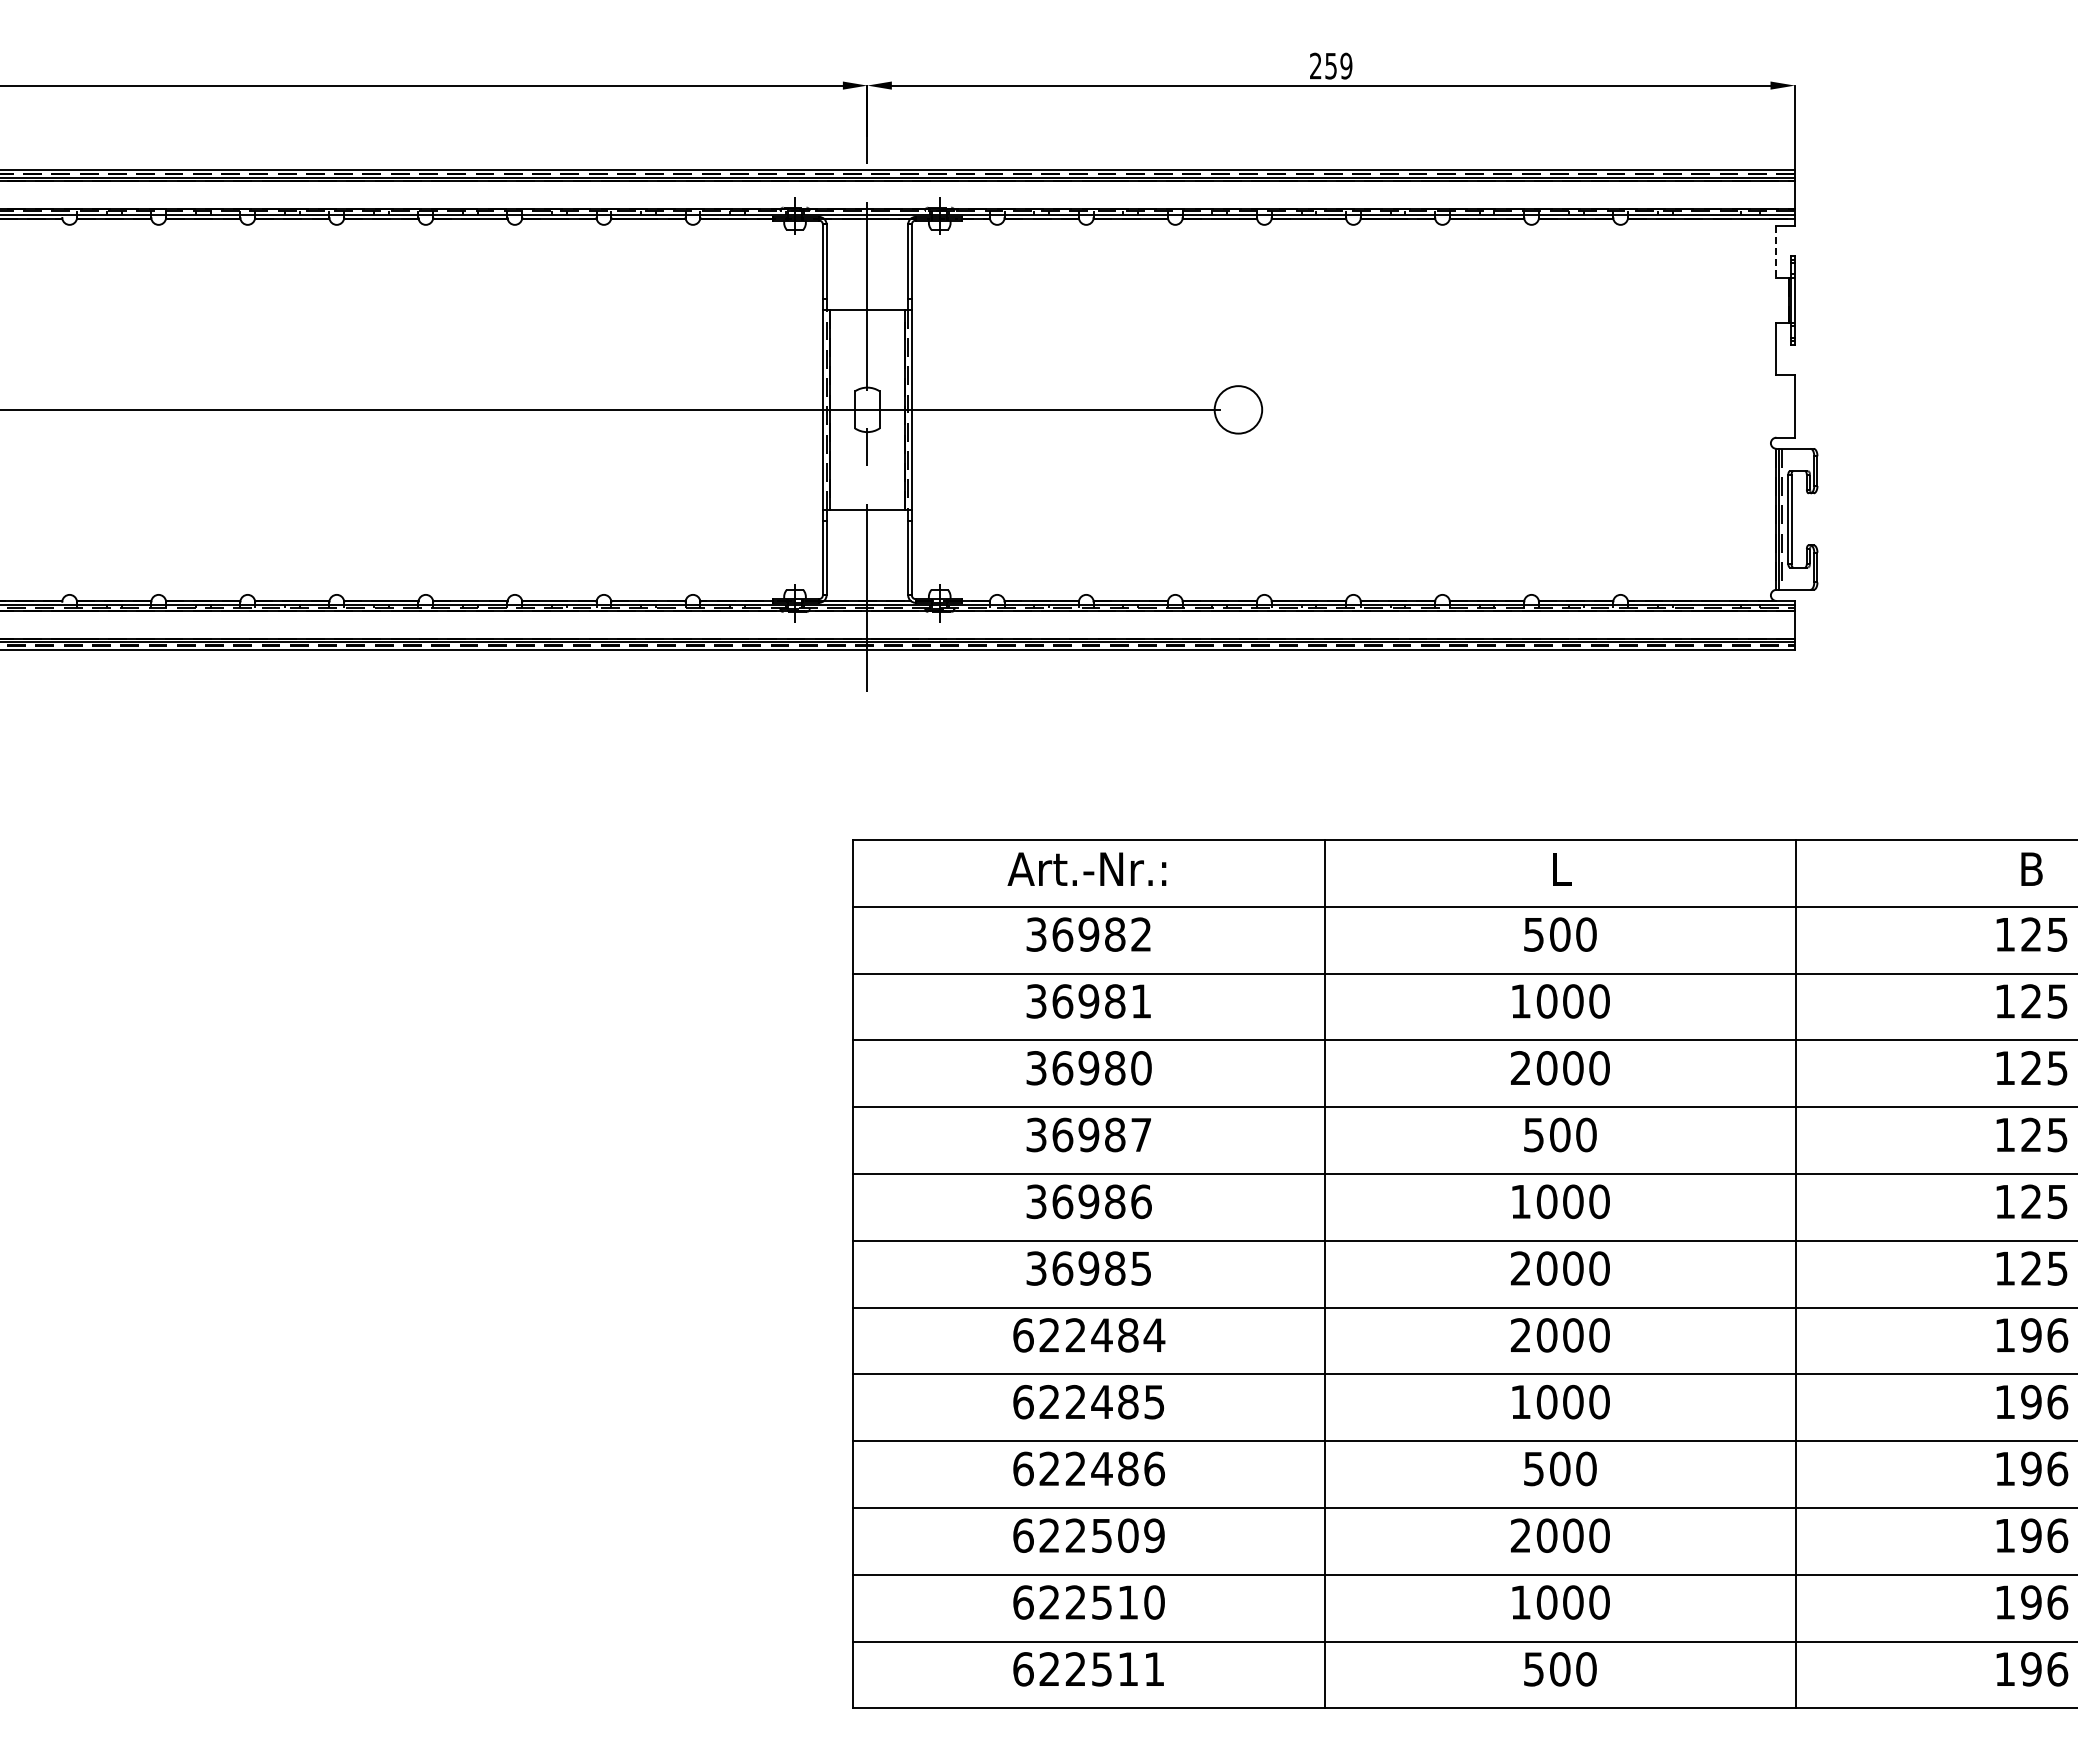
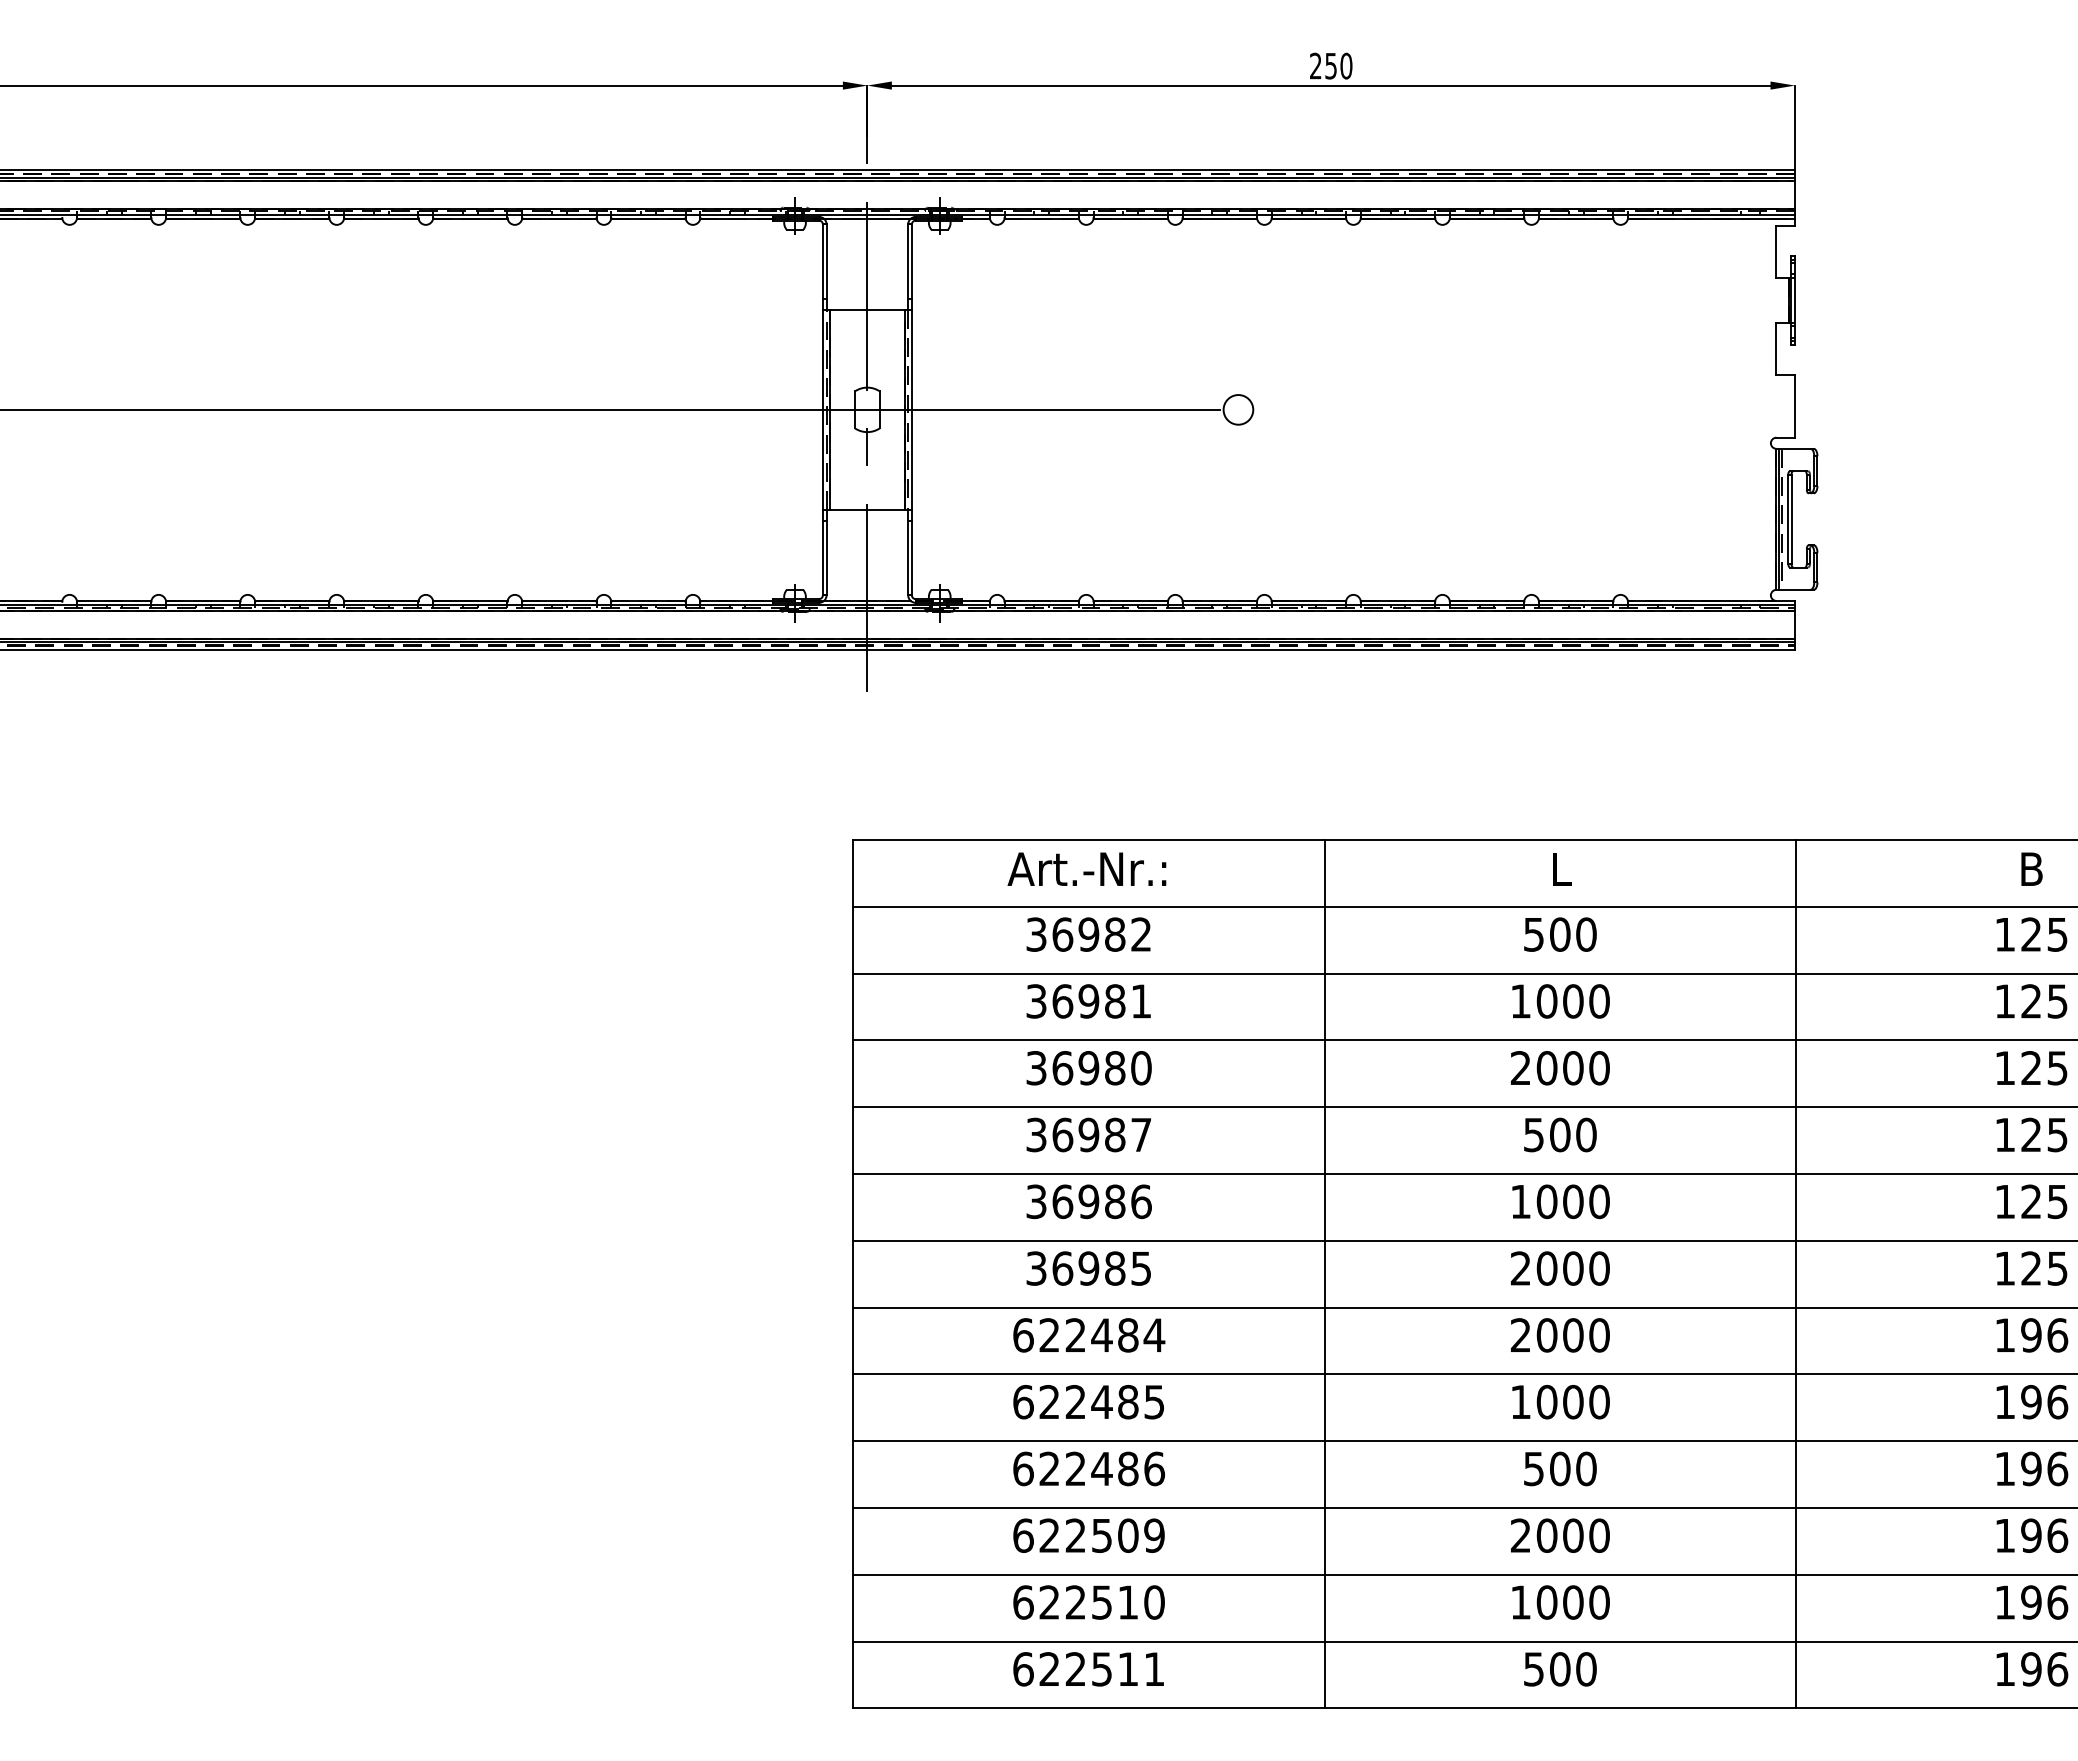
text at (1346, 66): 259 -> 250
line at (1776, 252): dashed -> solid
circle at (1238, 409) diameter: 47 px -> 30 px
